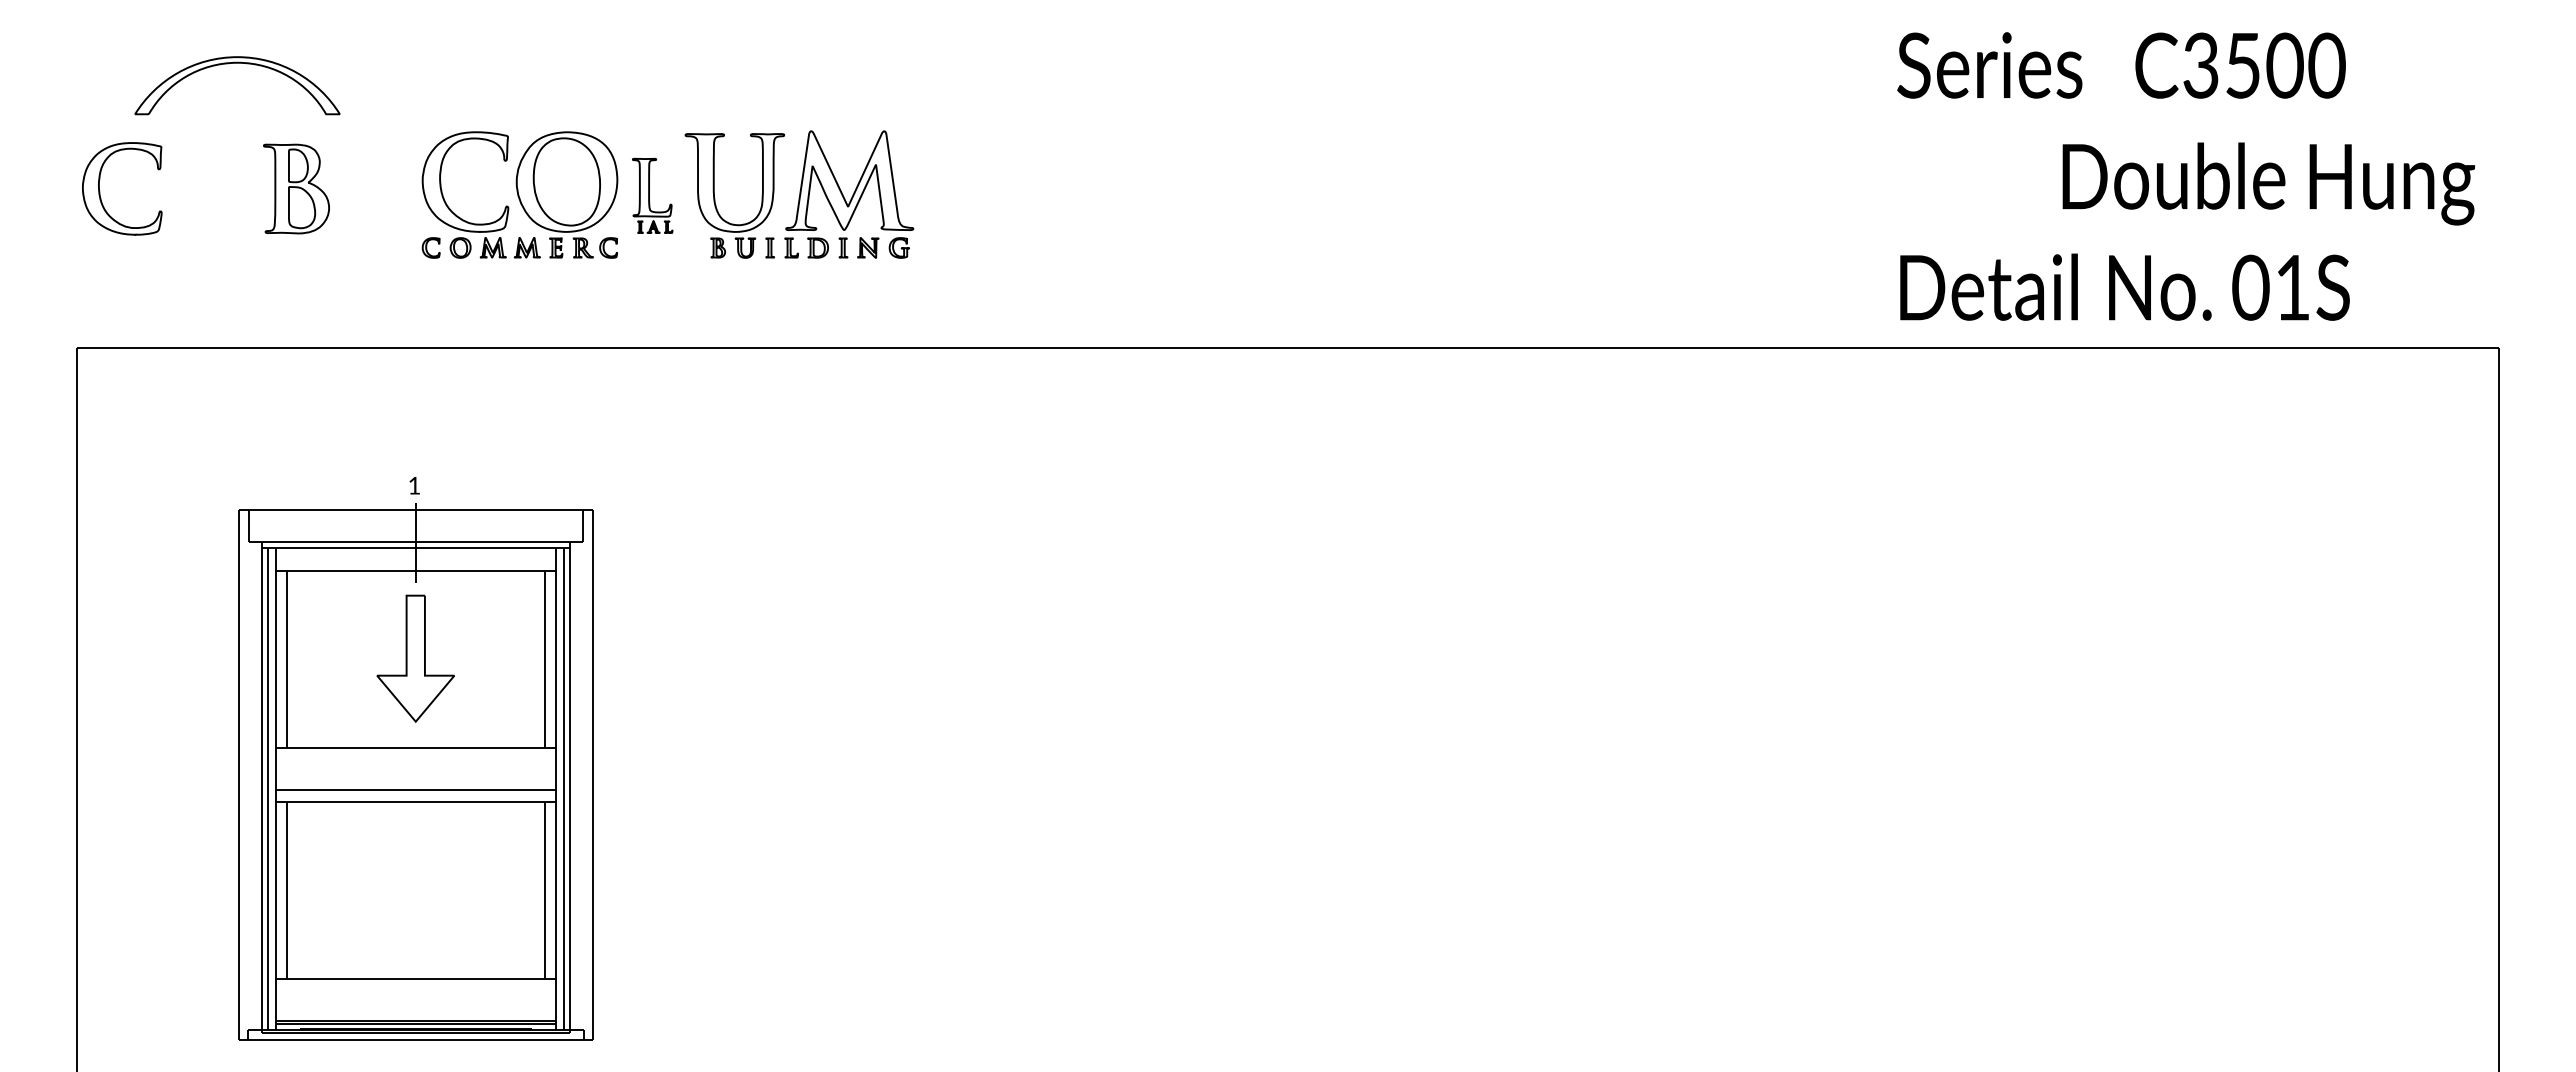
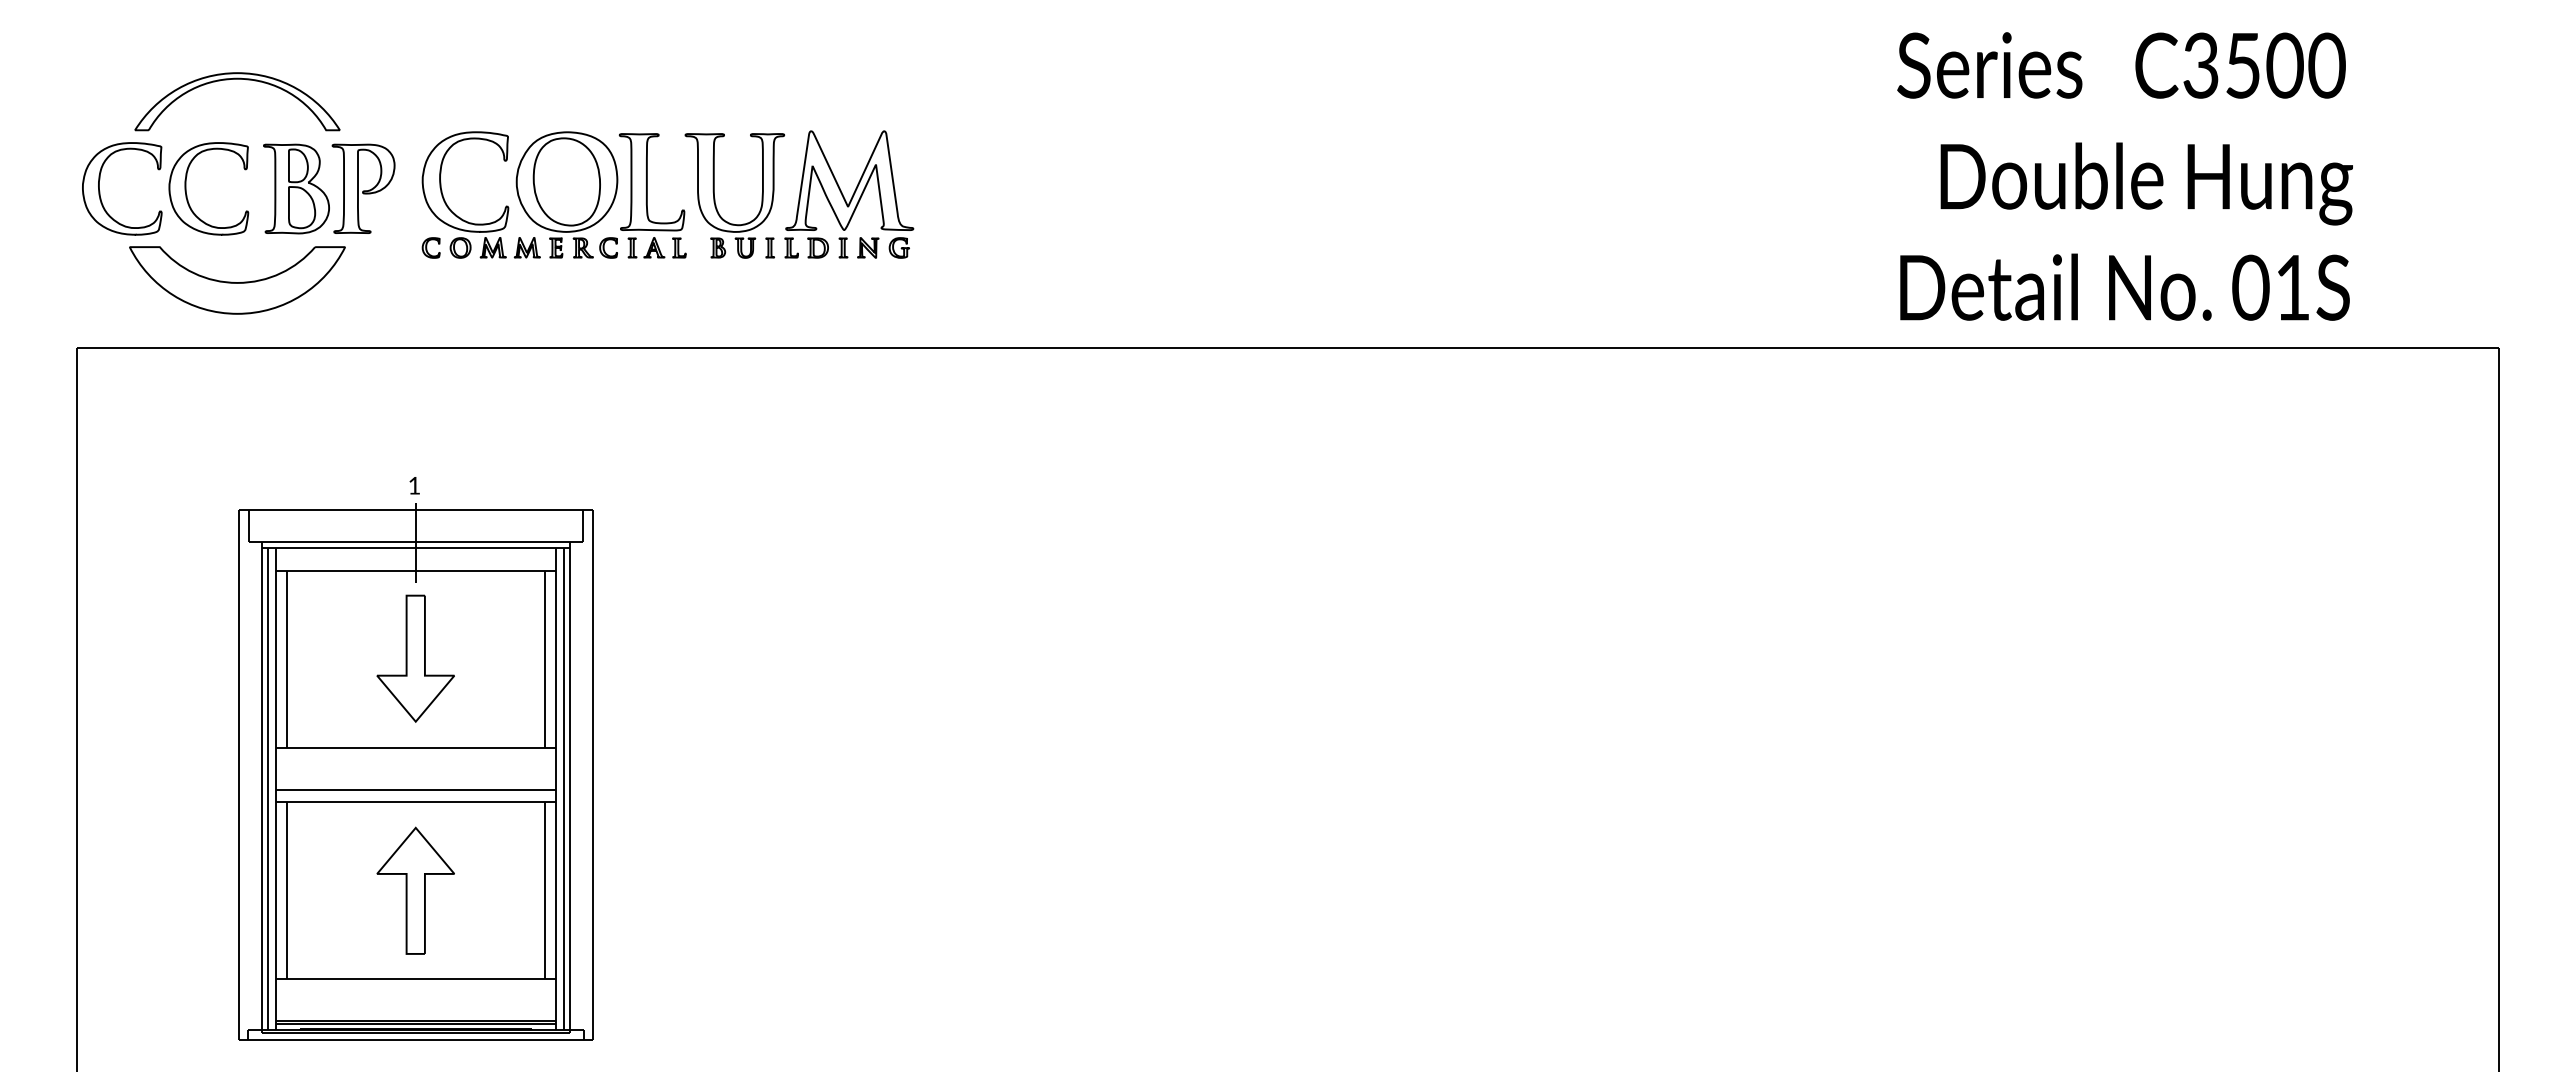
part at (237, 63) position: (237, 63) -> (237, 79)
text at (2268, 183) position: (2268, 183) -> (2146, 183)
part at (186, 188): none -> present
part at (363, 188): none -> present
part at (652, 195) size: 42x77 px -> 69x126 px
part at (237, 280): none -> present
part at (415, 890): none -> present
